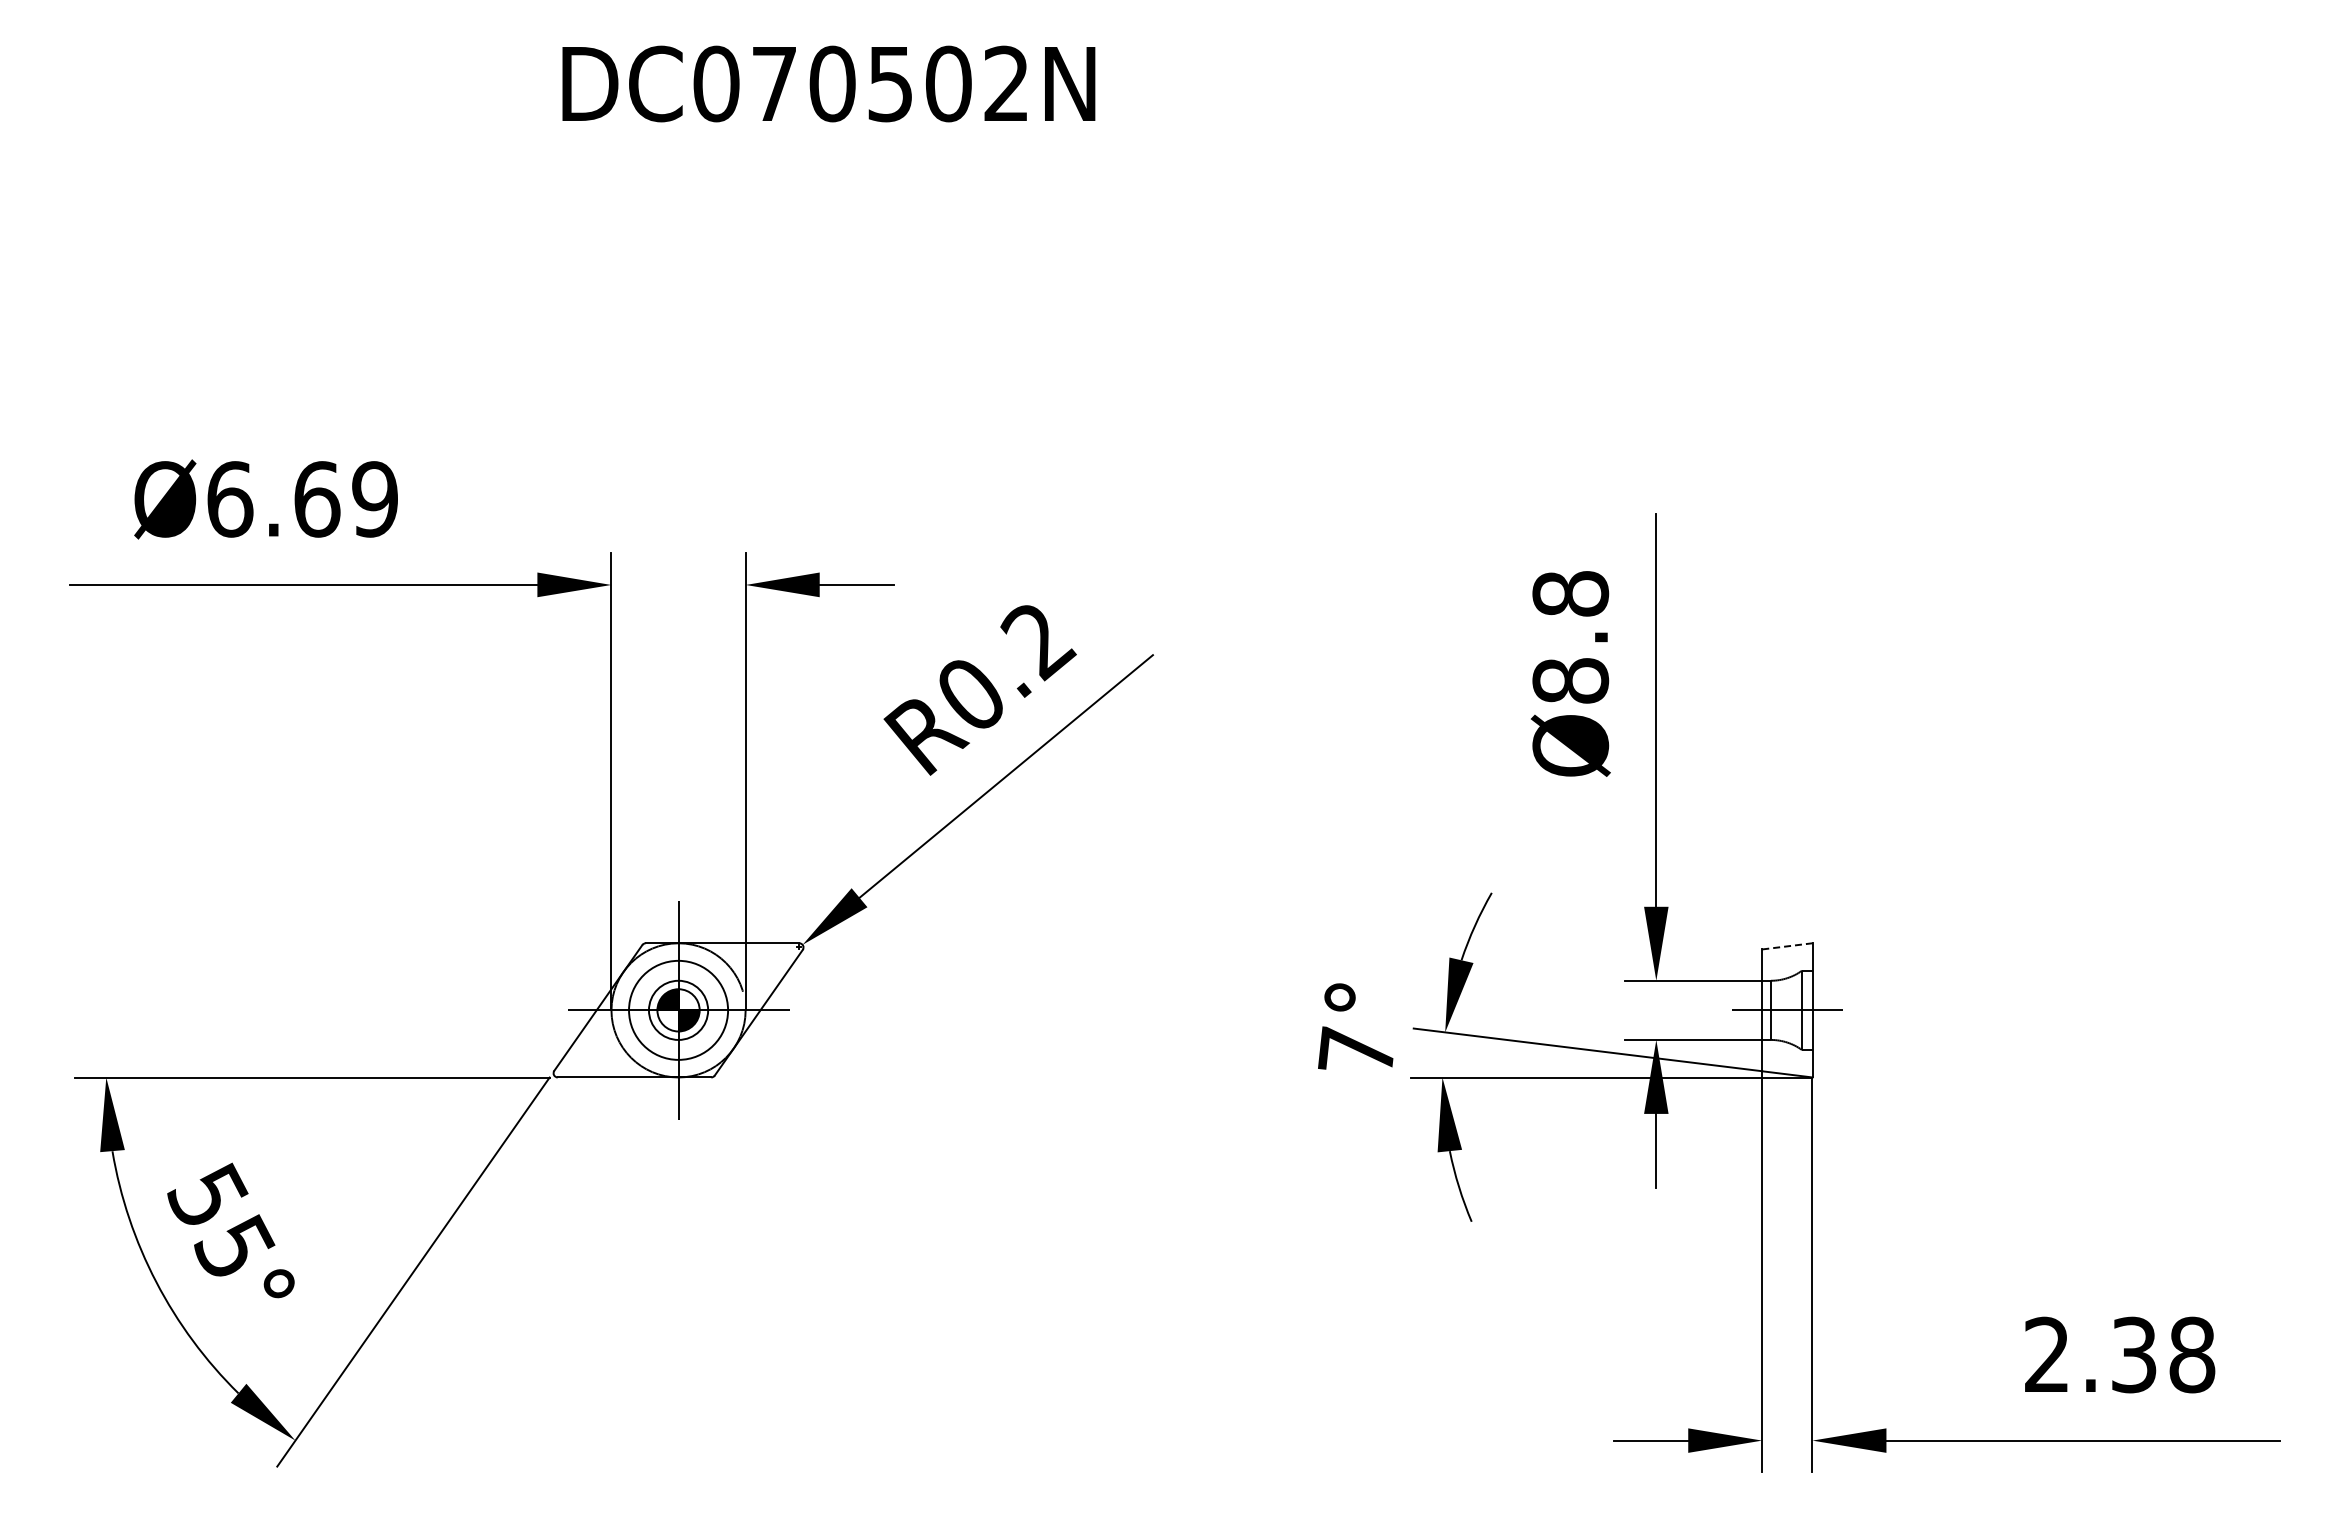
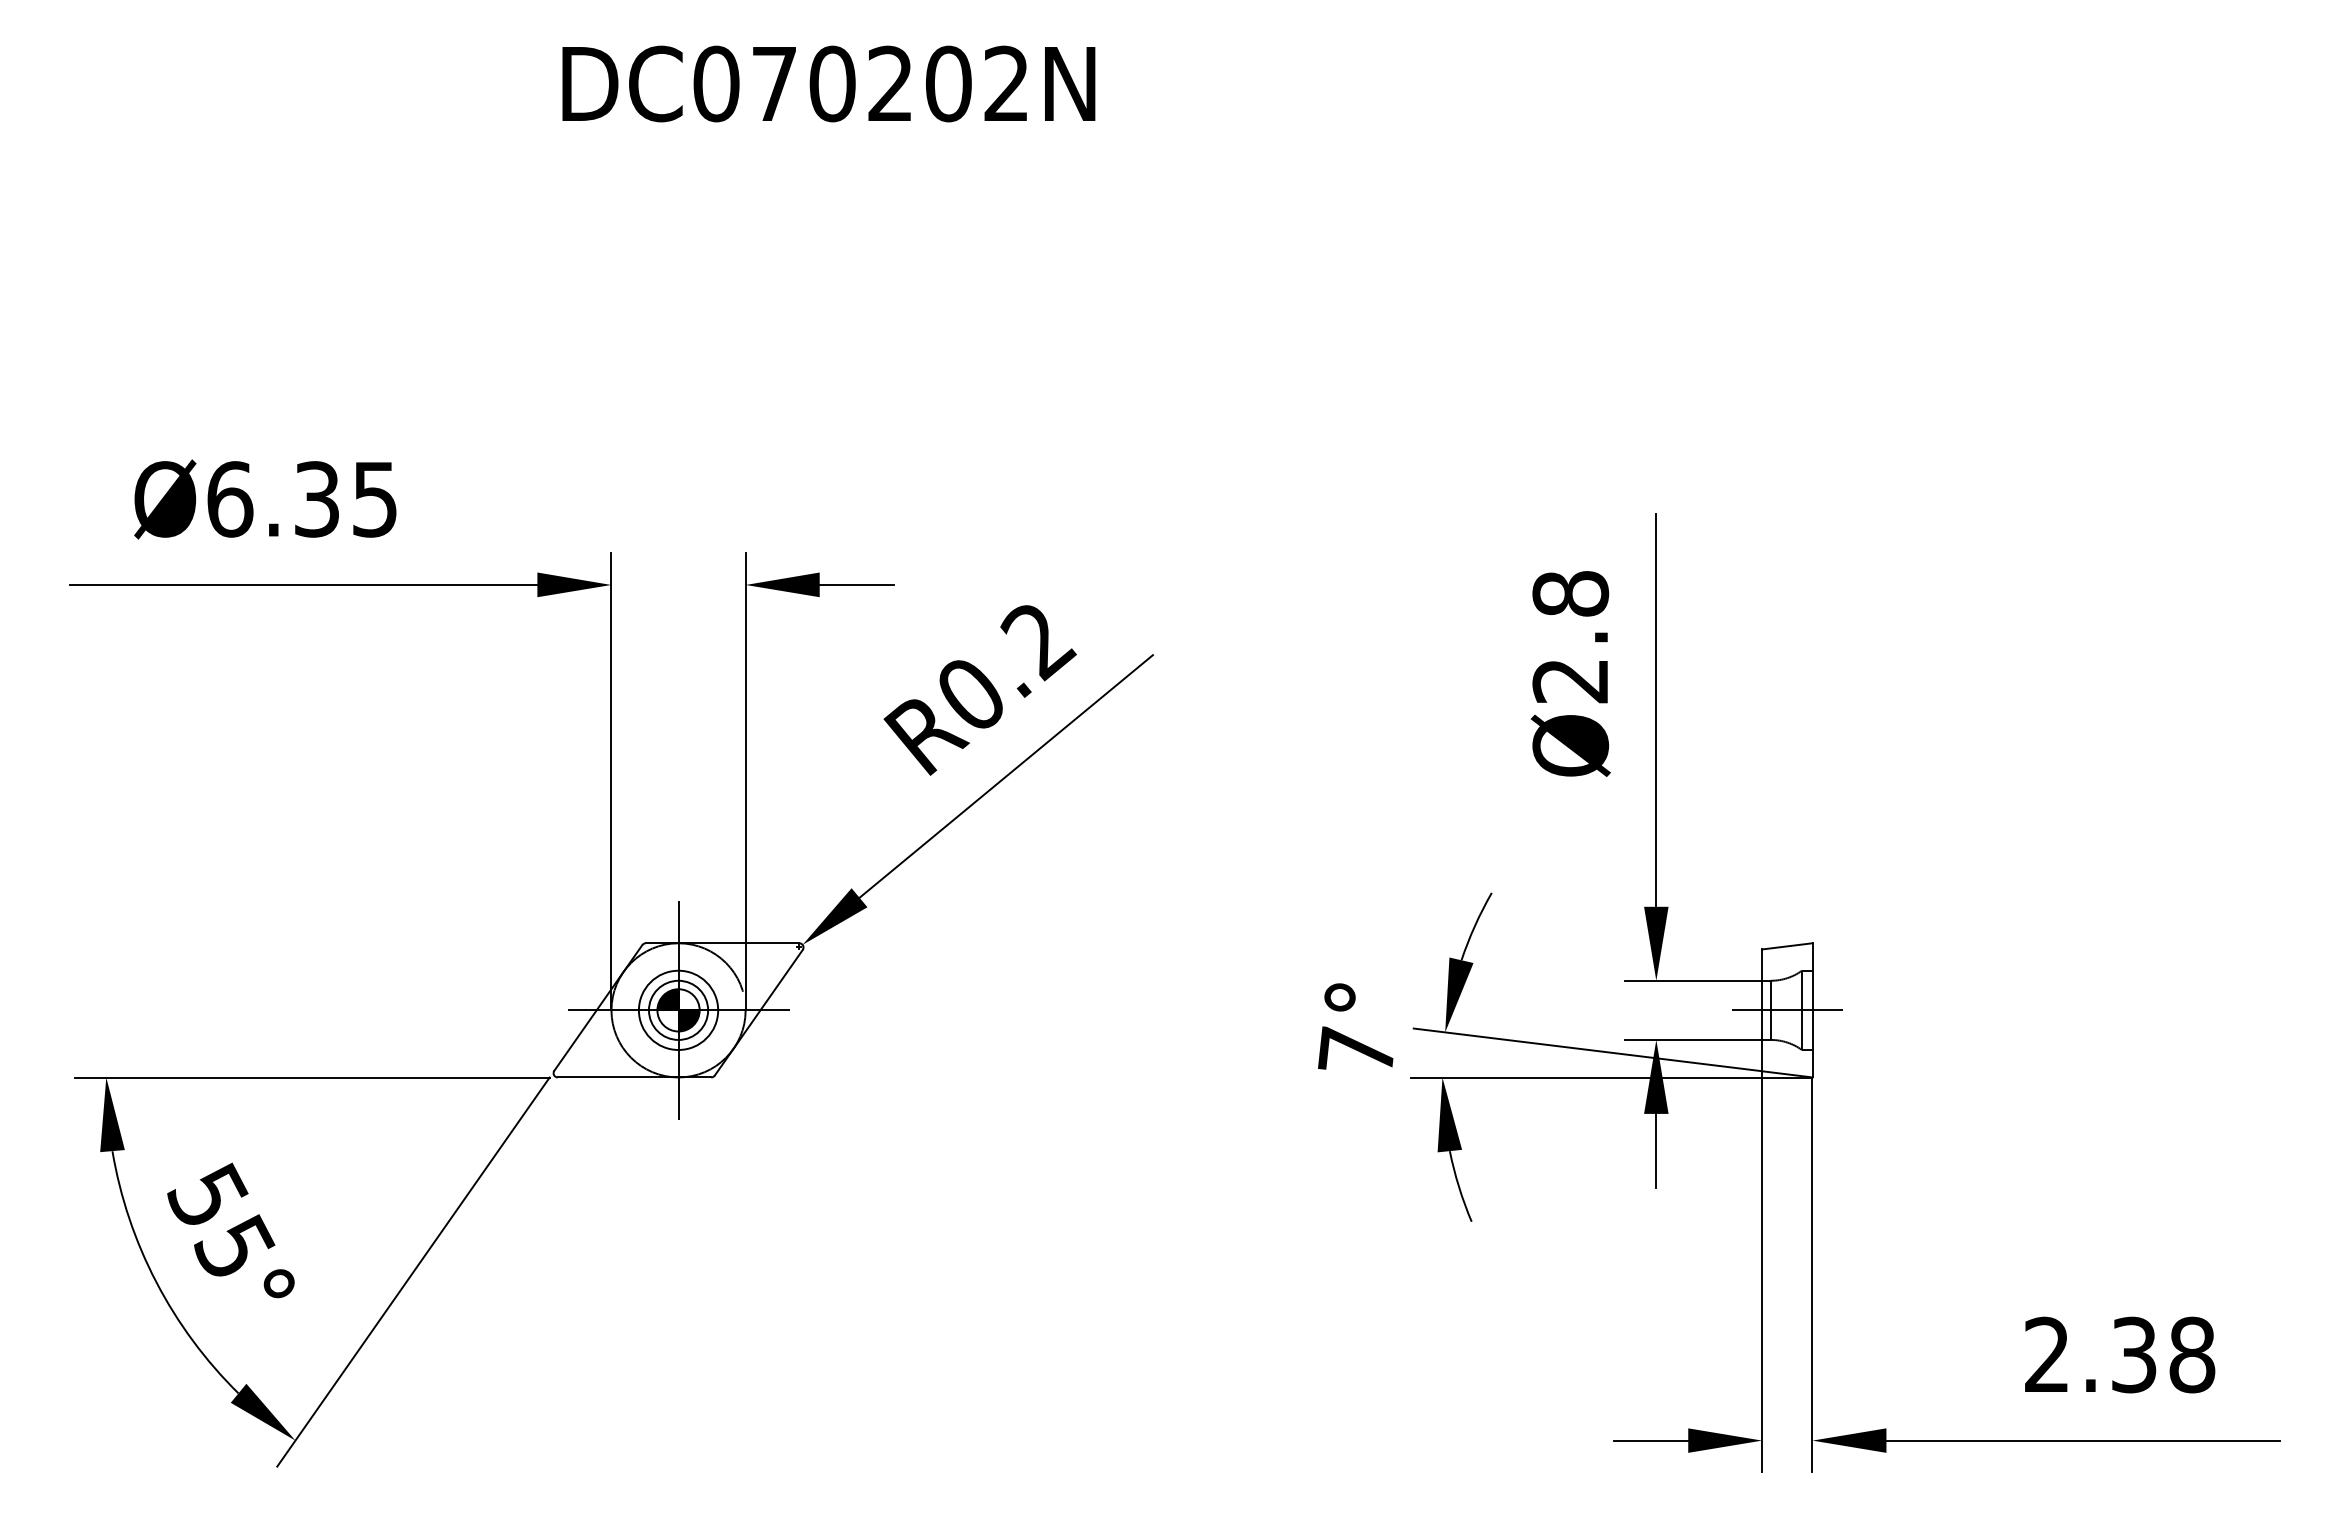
text at (889, 83): DC070502N -> DC070202N
text at (345, 499): Ø6.69 -> Ø6.35
text at (1570, 680): Ø8.8 -> Ø2.8
line at (1787, 946): dashed -> solid
circle at (678, 1009) diameter: 99 px -> 79 px
